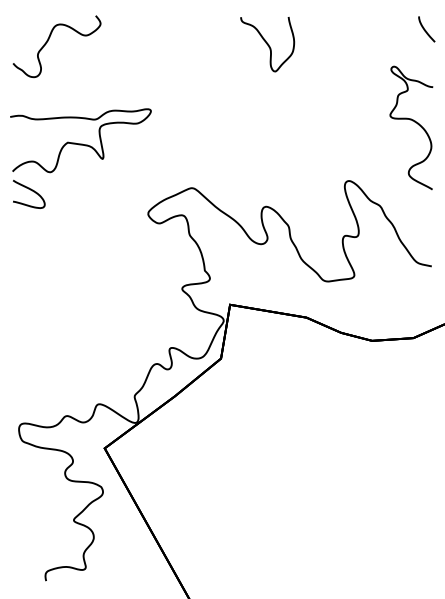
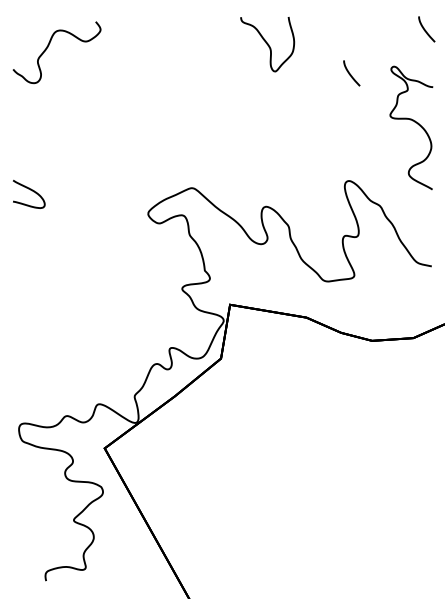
curve at (48, 41) position: (48, 41) -> (48, 47)
curve at (350, 73): none -> present
curve at (80, 143): present -> none
